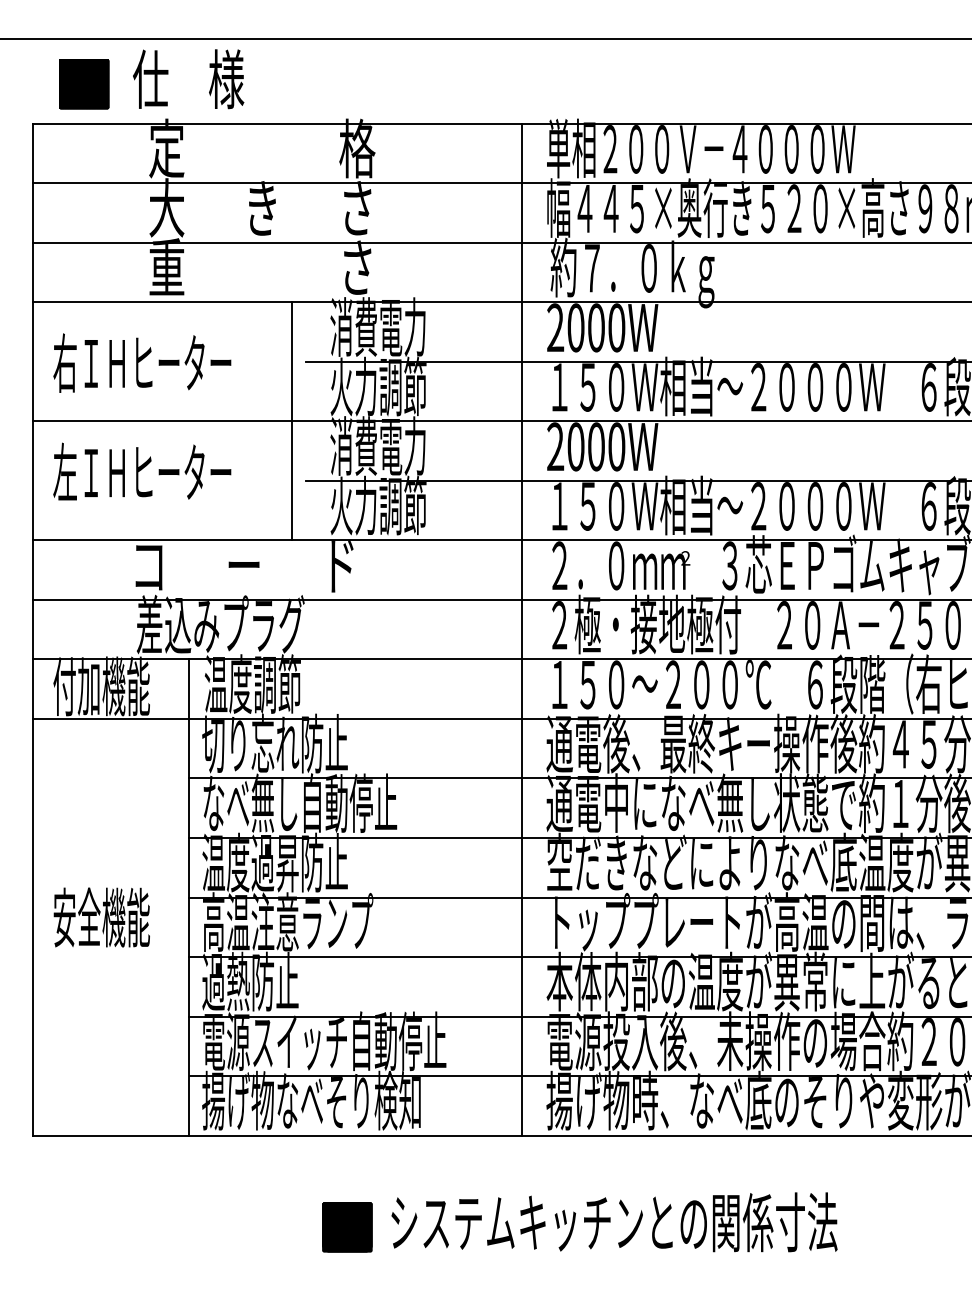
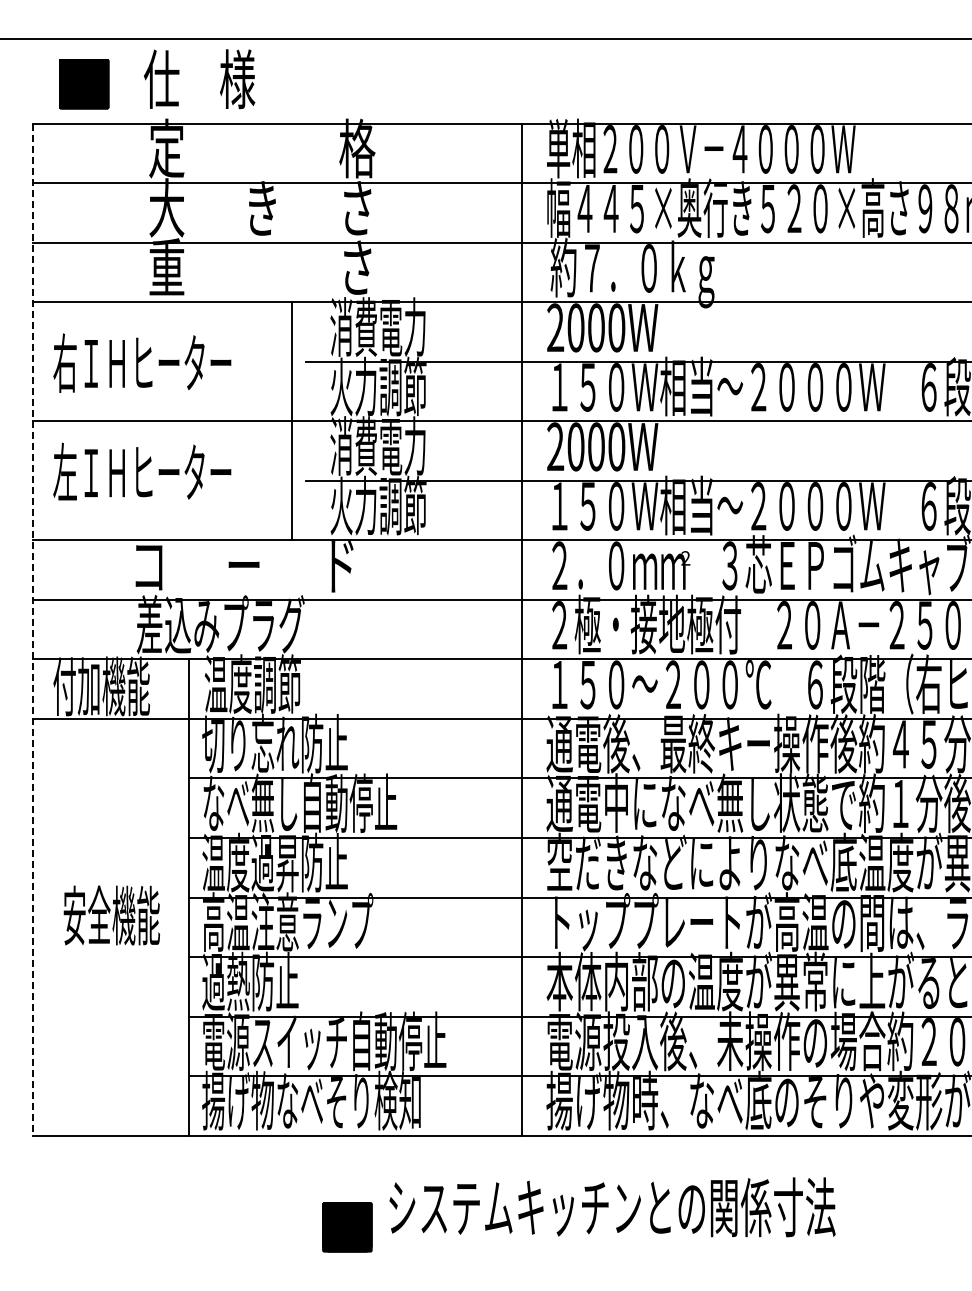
text at (188, 79) position: (188, 79) -> (199, 79)
line at (33, 629): solid -> dashed
text at (101, 917) position: (101, 917) -> (111, 915)
text at (614, 1222) position: (614, 1222) -> (612, 1207)
